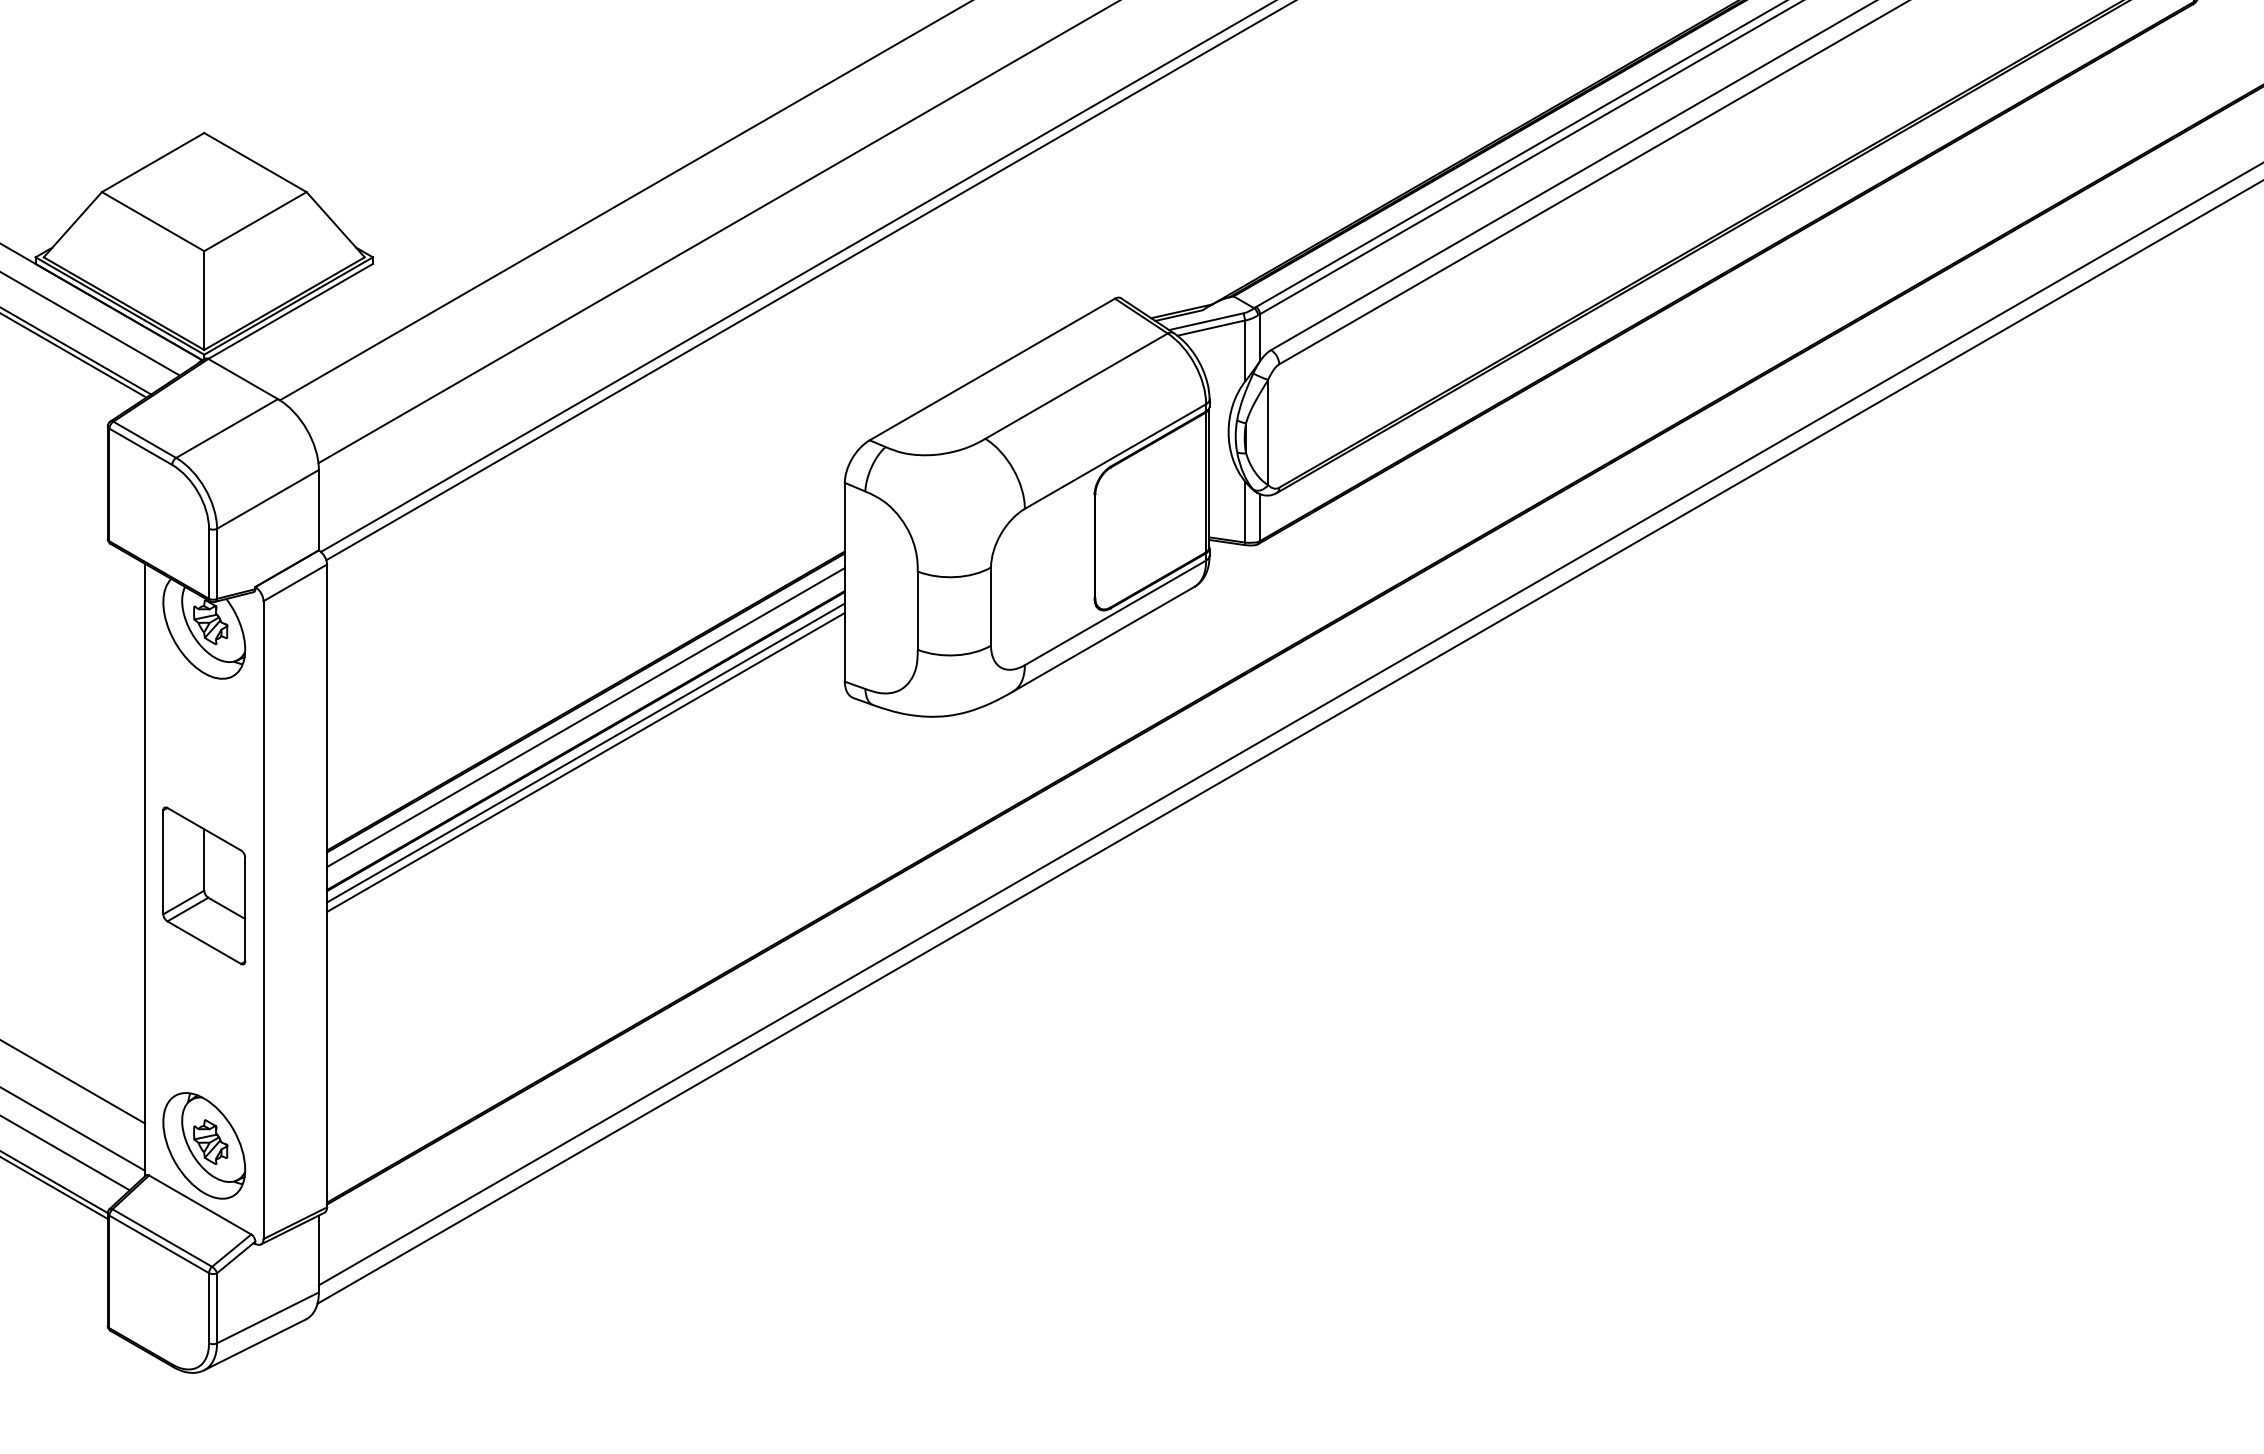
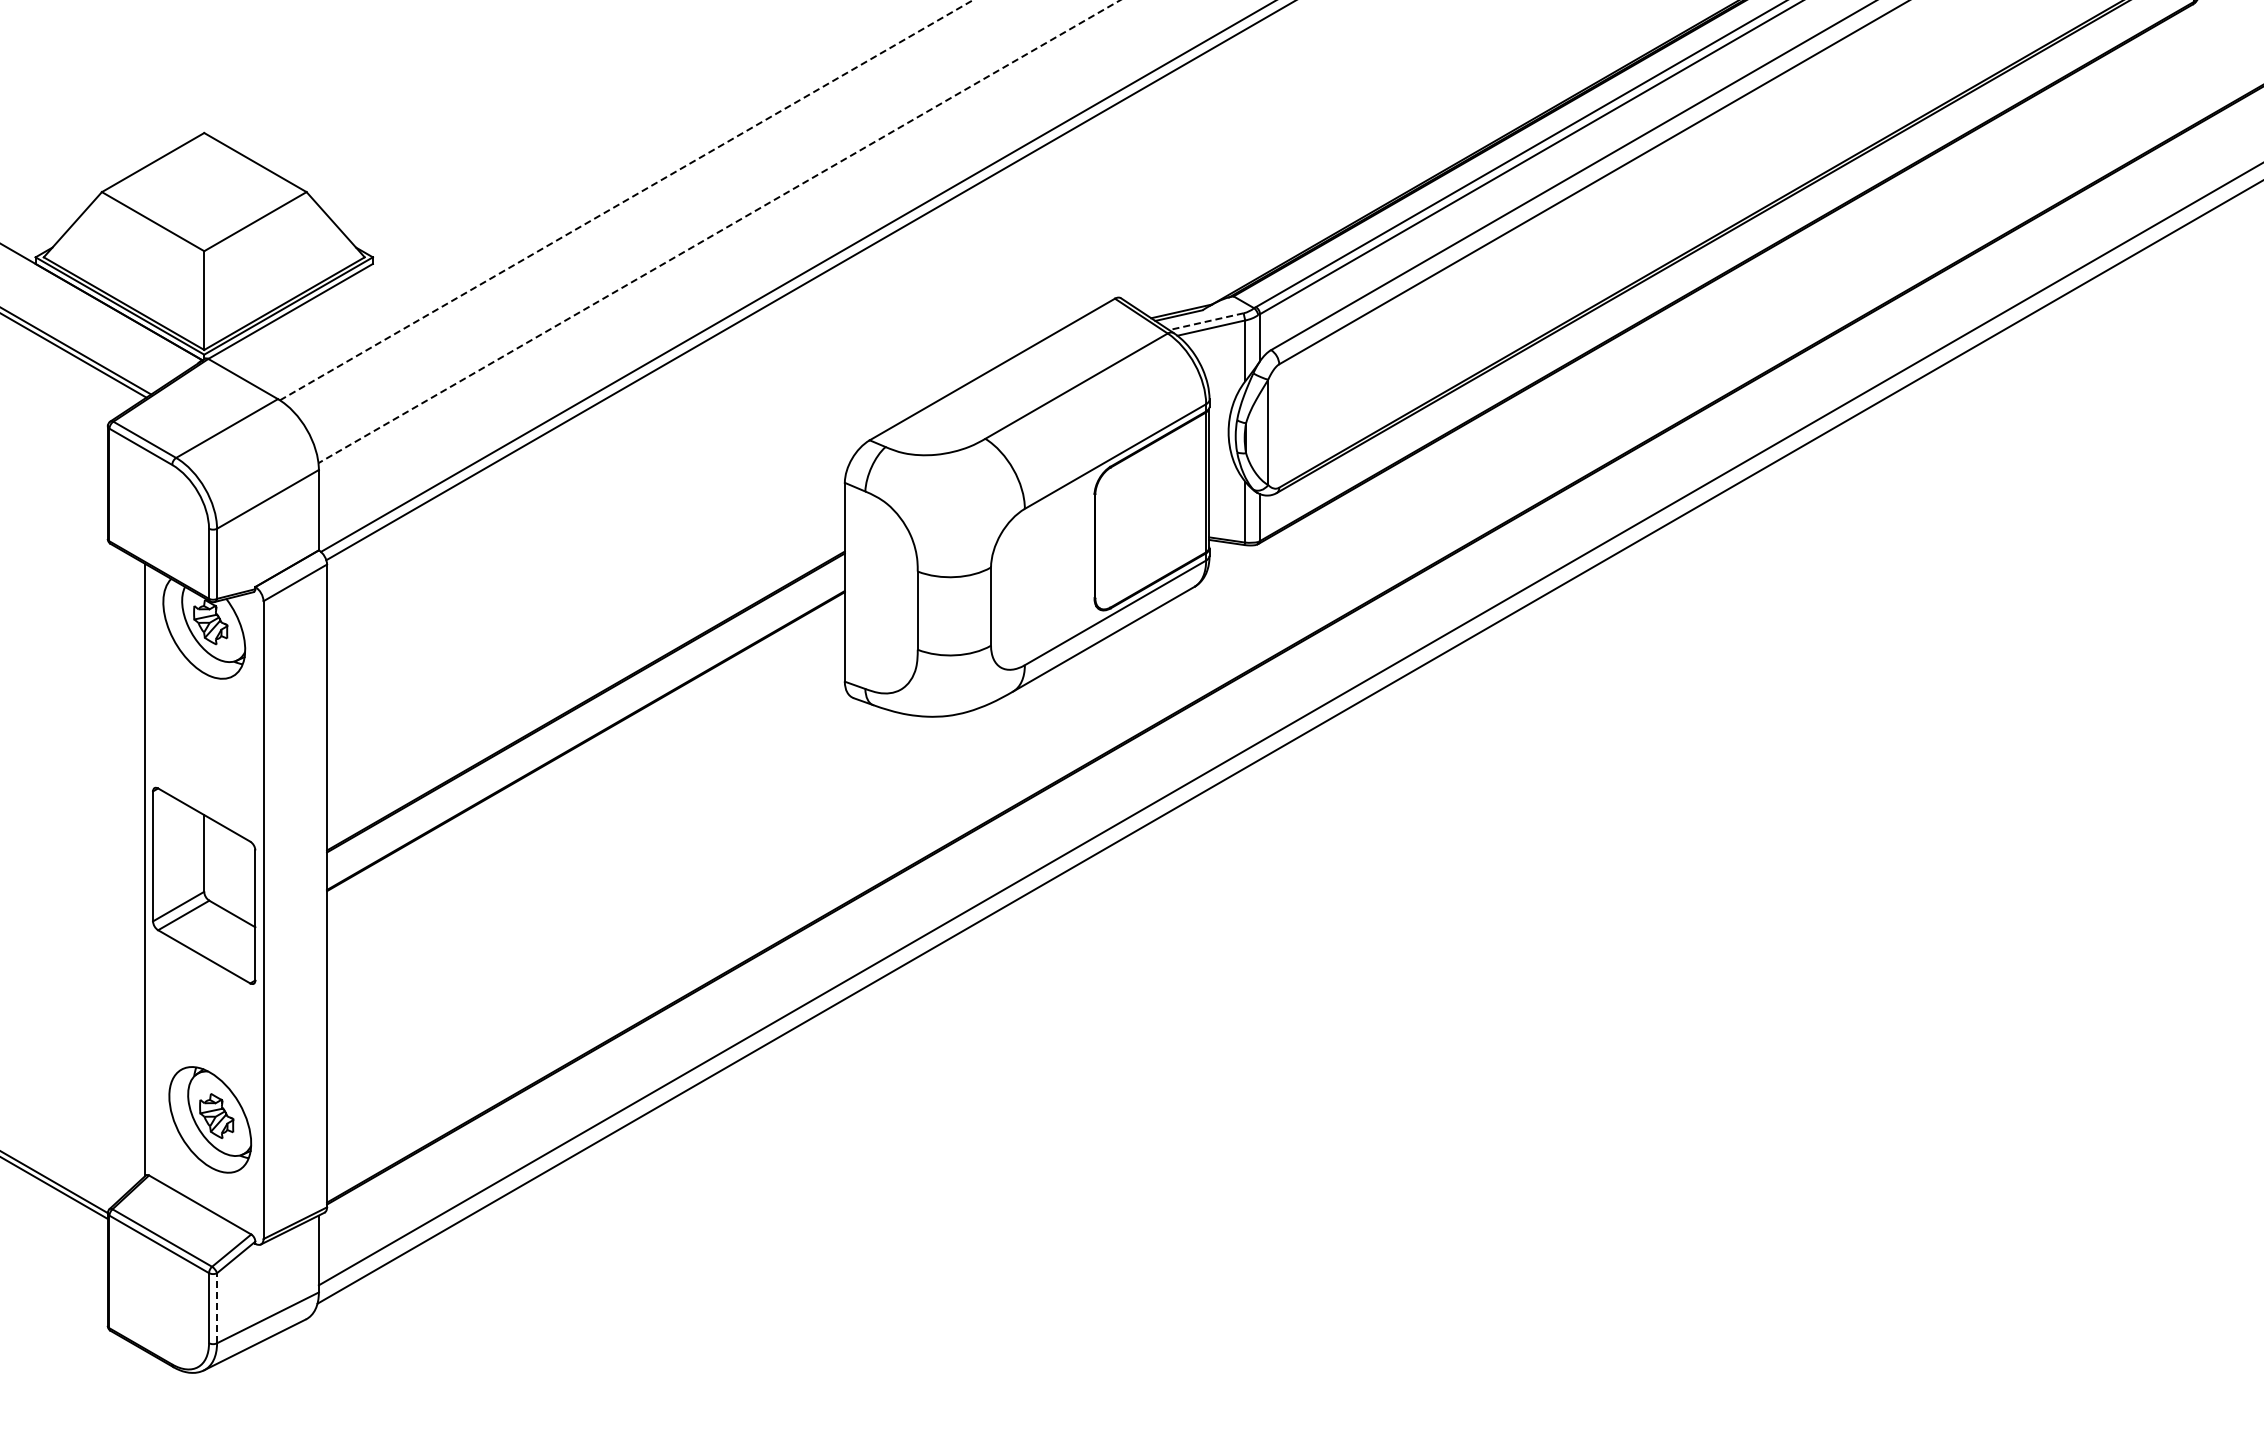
line at (626, 200): solid -> dashed
line at (719, 231): solid -> dashed
line at (1205, 321): solid -> dashed
line at (90, 324): present -> none
line at (585, 717): present -> none
line at (585, 752): present -> none
line at (585, 762): present -> none
part at (204, 885) size: 85x160 px -> 105x199 px
line at (73, 1082): present -> none
line at (73, 1129): present -> none
part at (204, 1145) position: (204, 1145) -> (210, 1119)
line at (65, 1153): present -> none
line at (217, 1307): solid -> dashed
